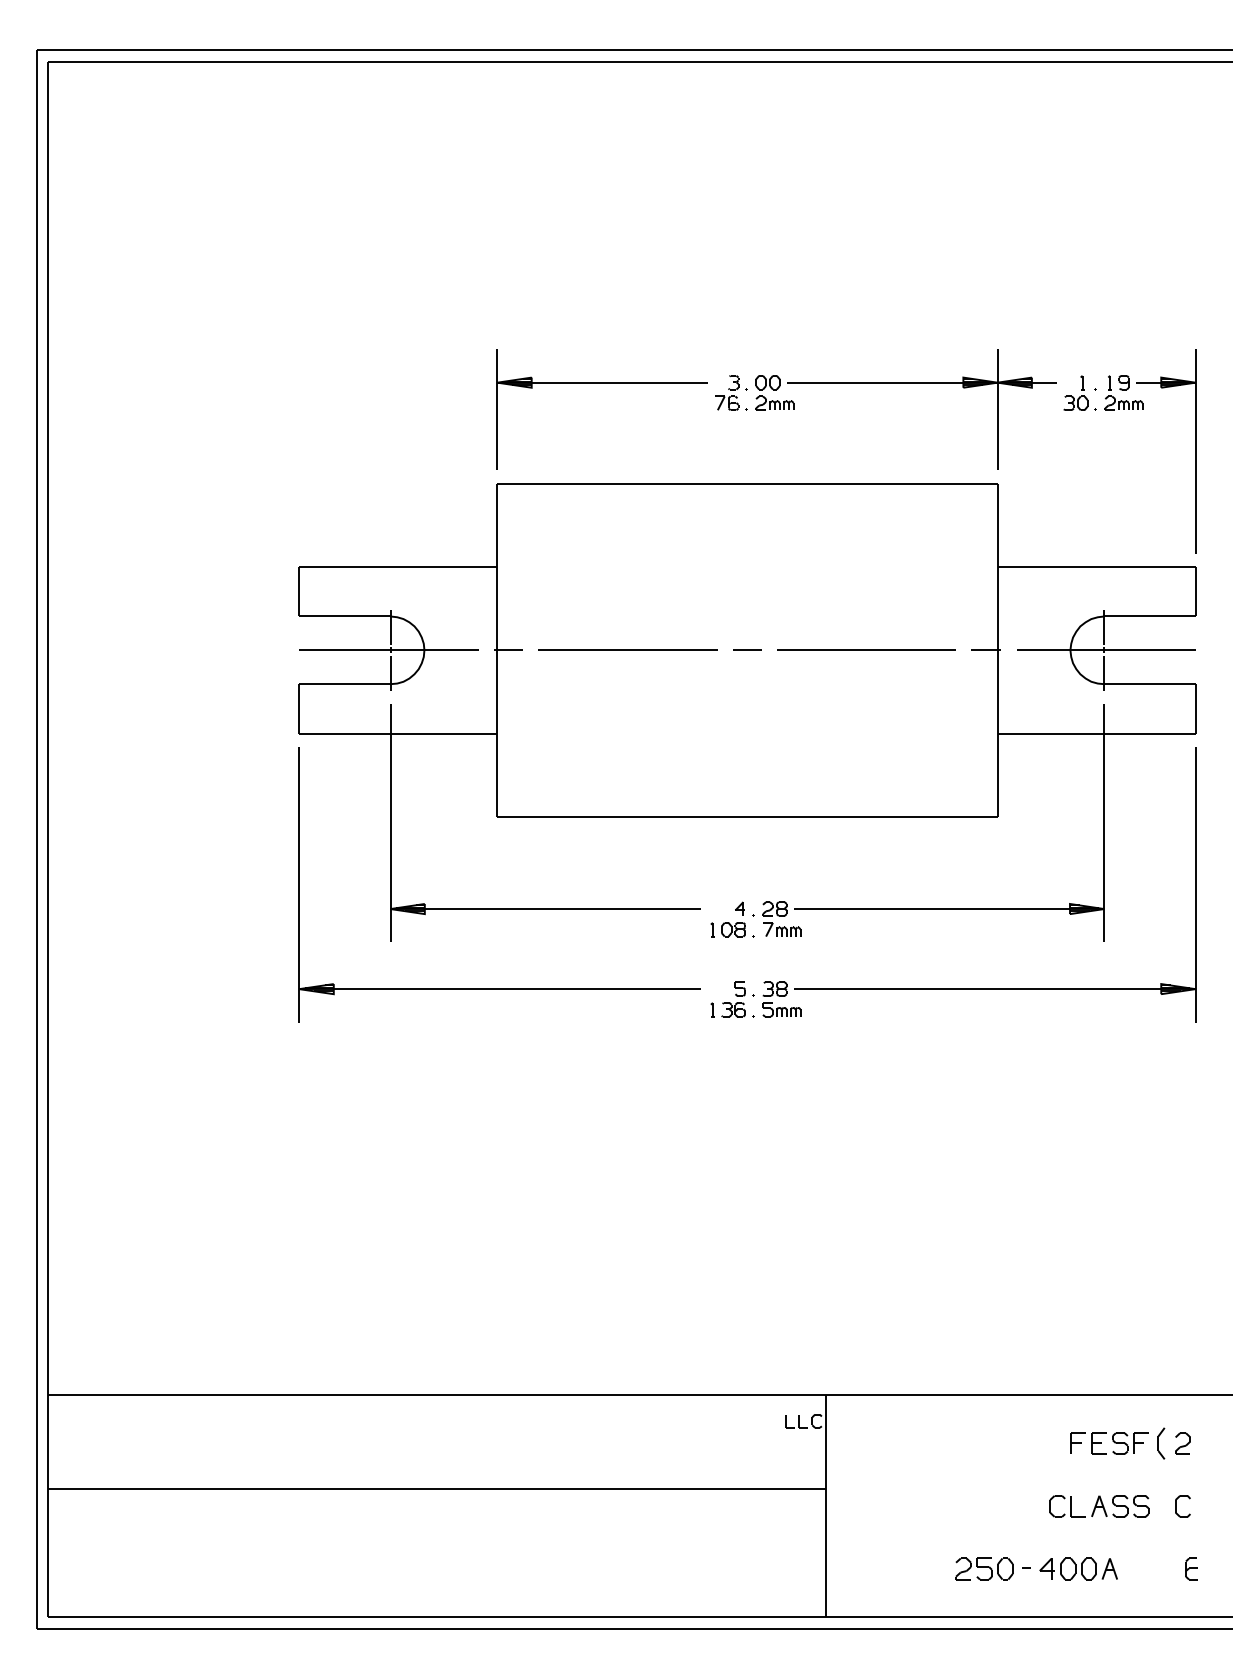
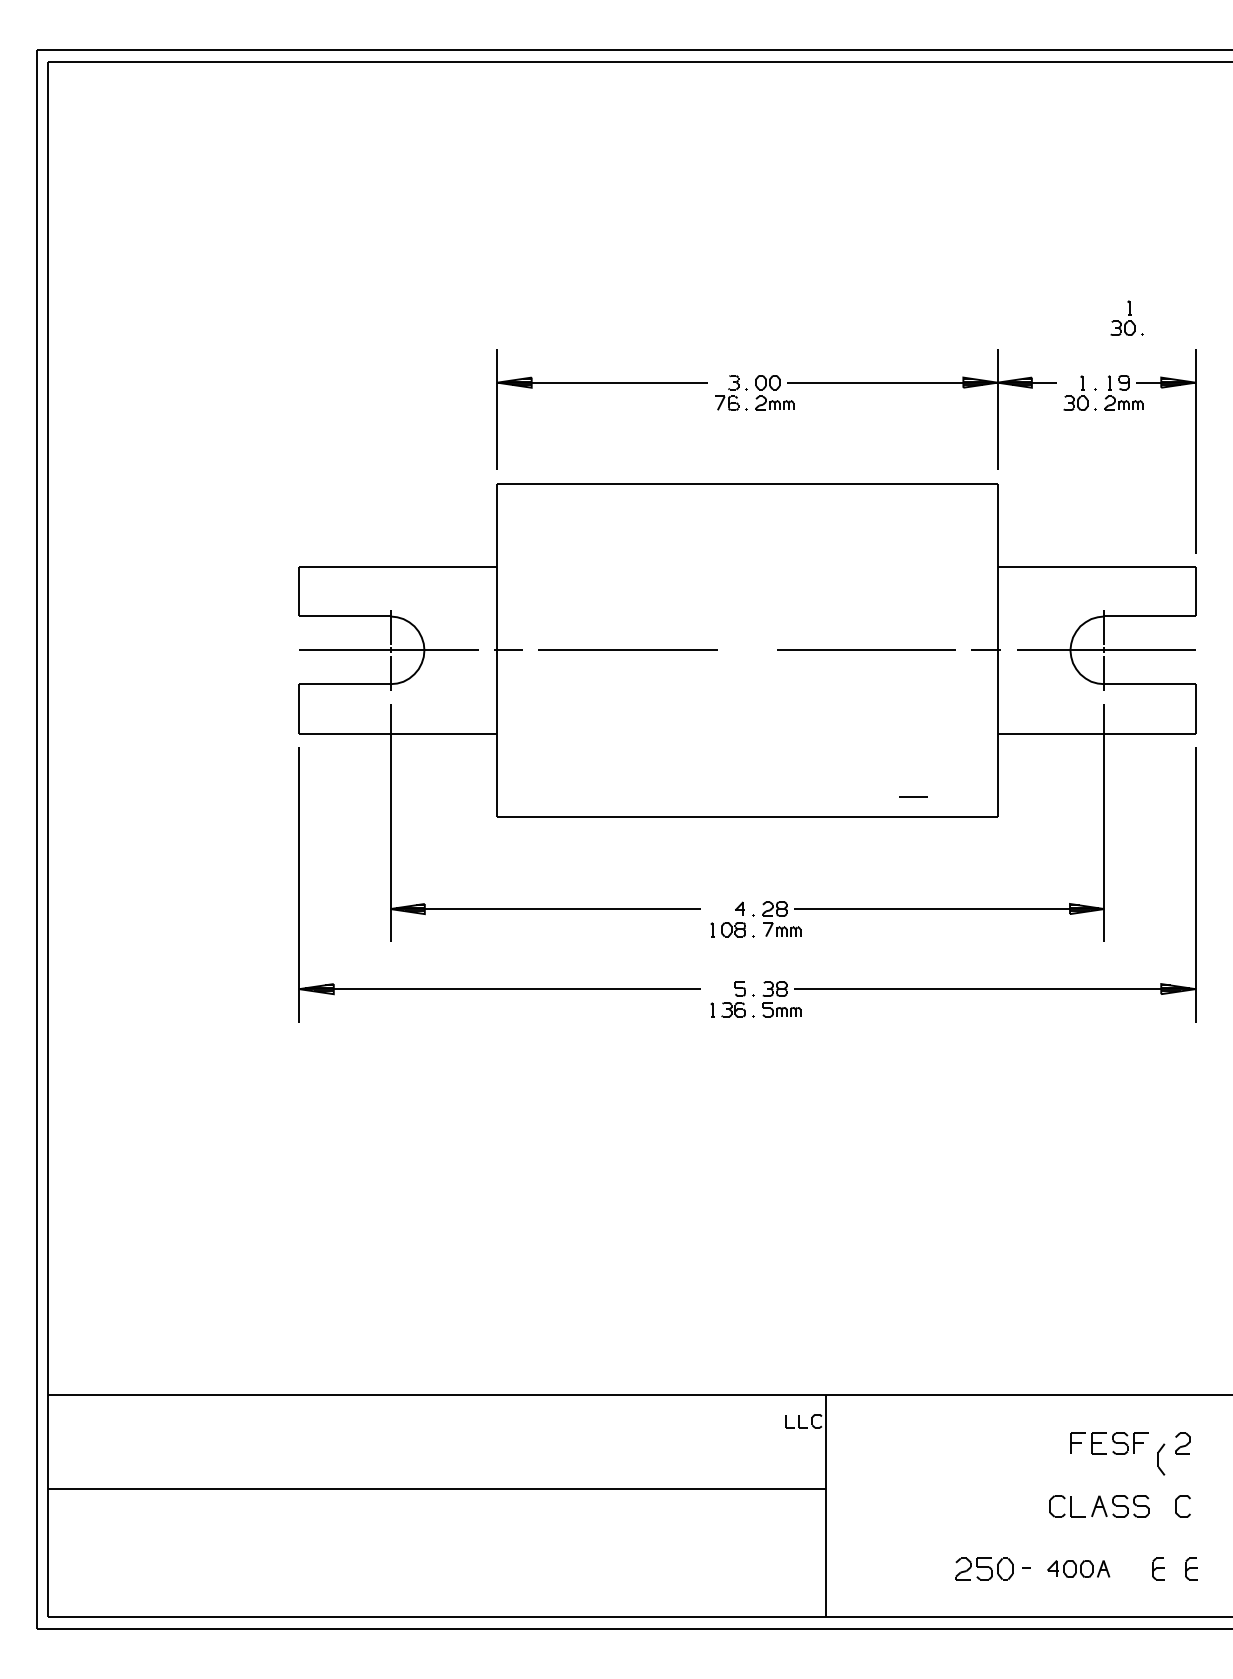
part at (1126, 317): none -> present
line at (747, 649) position: (747, 649) -> (913, 796)
part at (1161, 1443) position: (1161, 1443) -> (1161, 1459)
part at (1078, 1568) size: 79x24 px -> 64x18 px
part at (1158, 1568): none -> present
